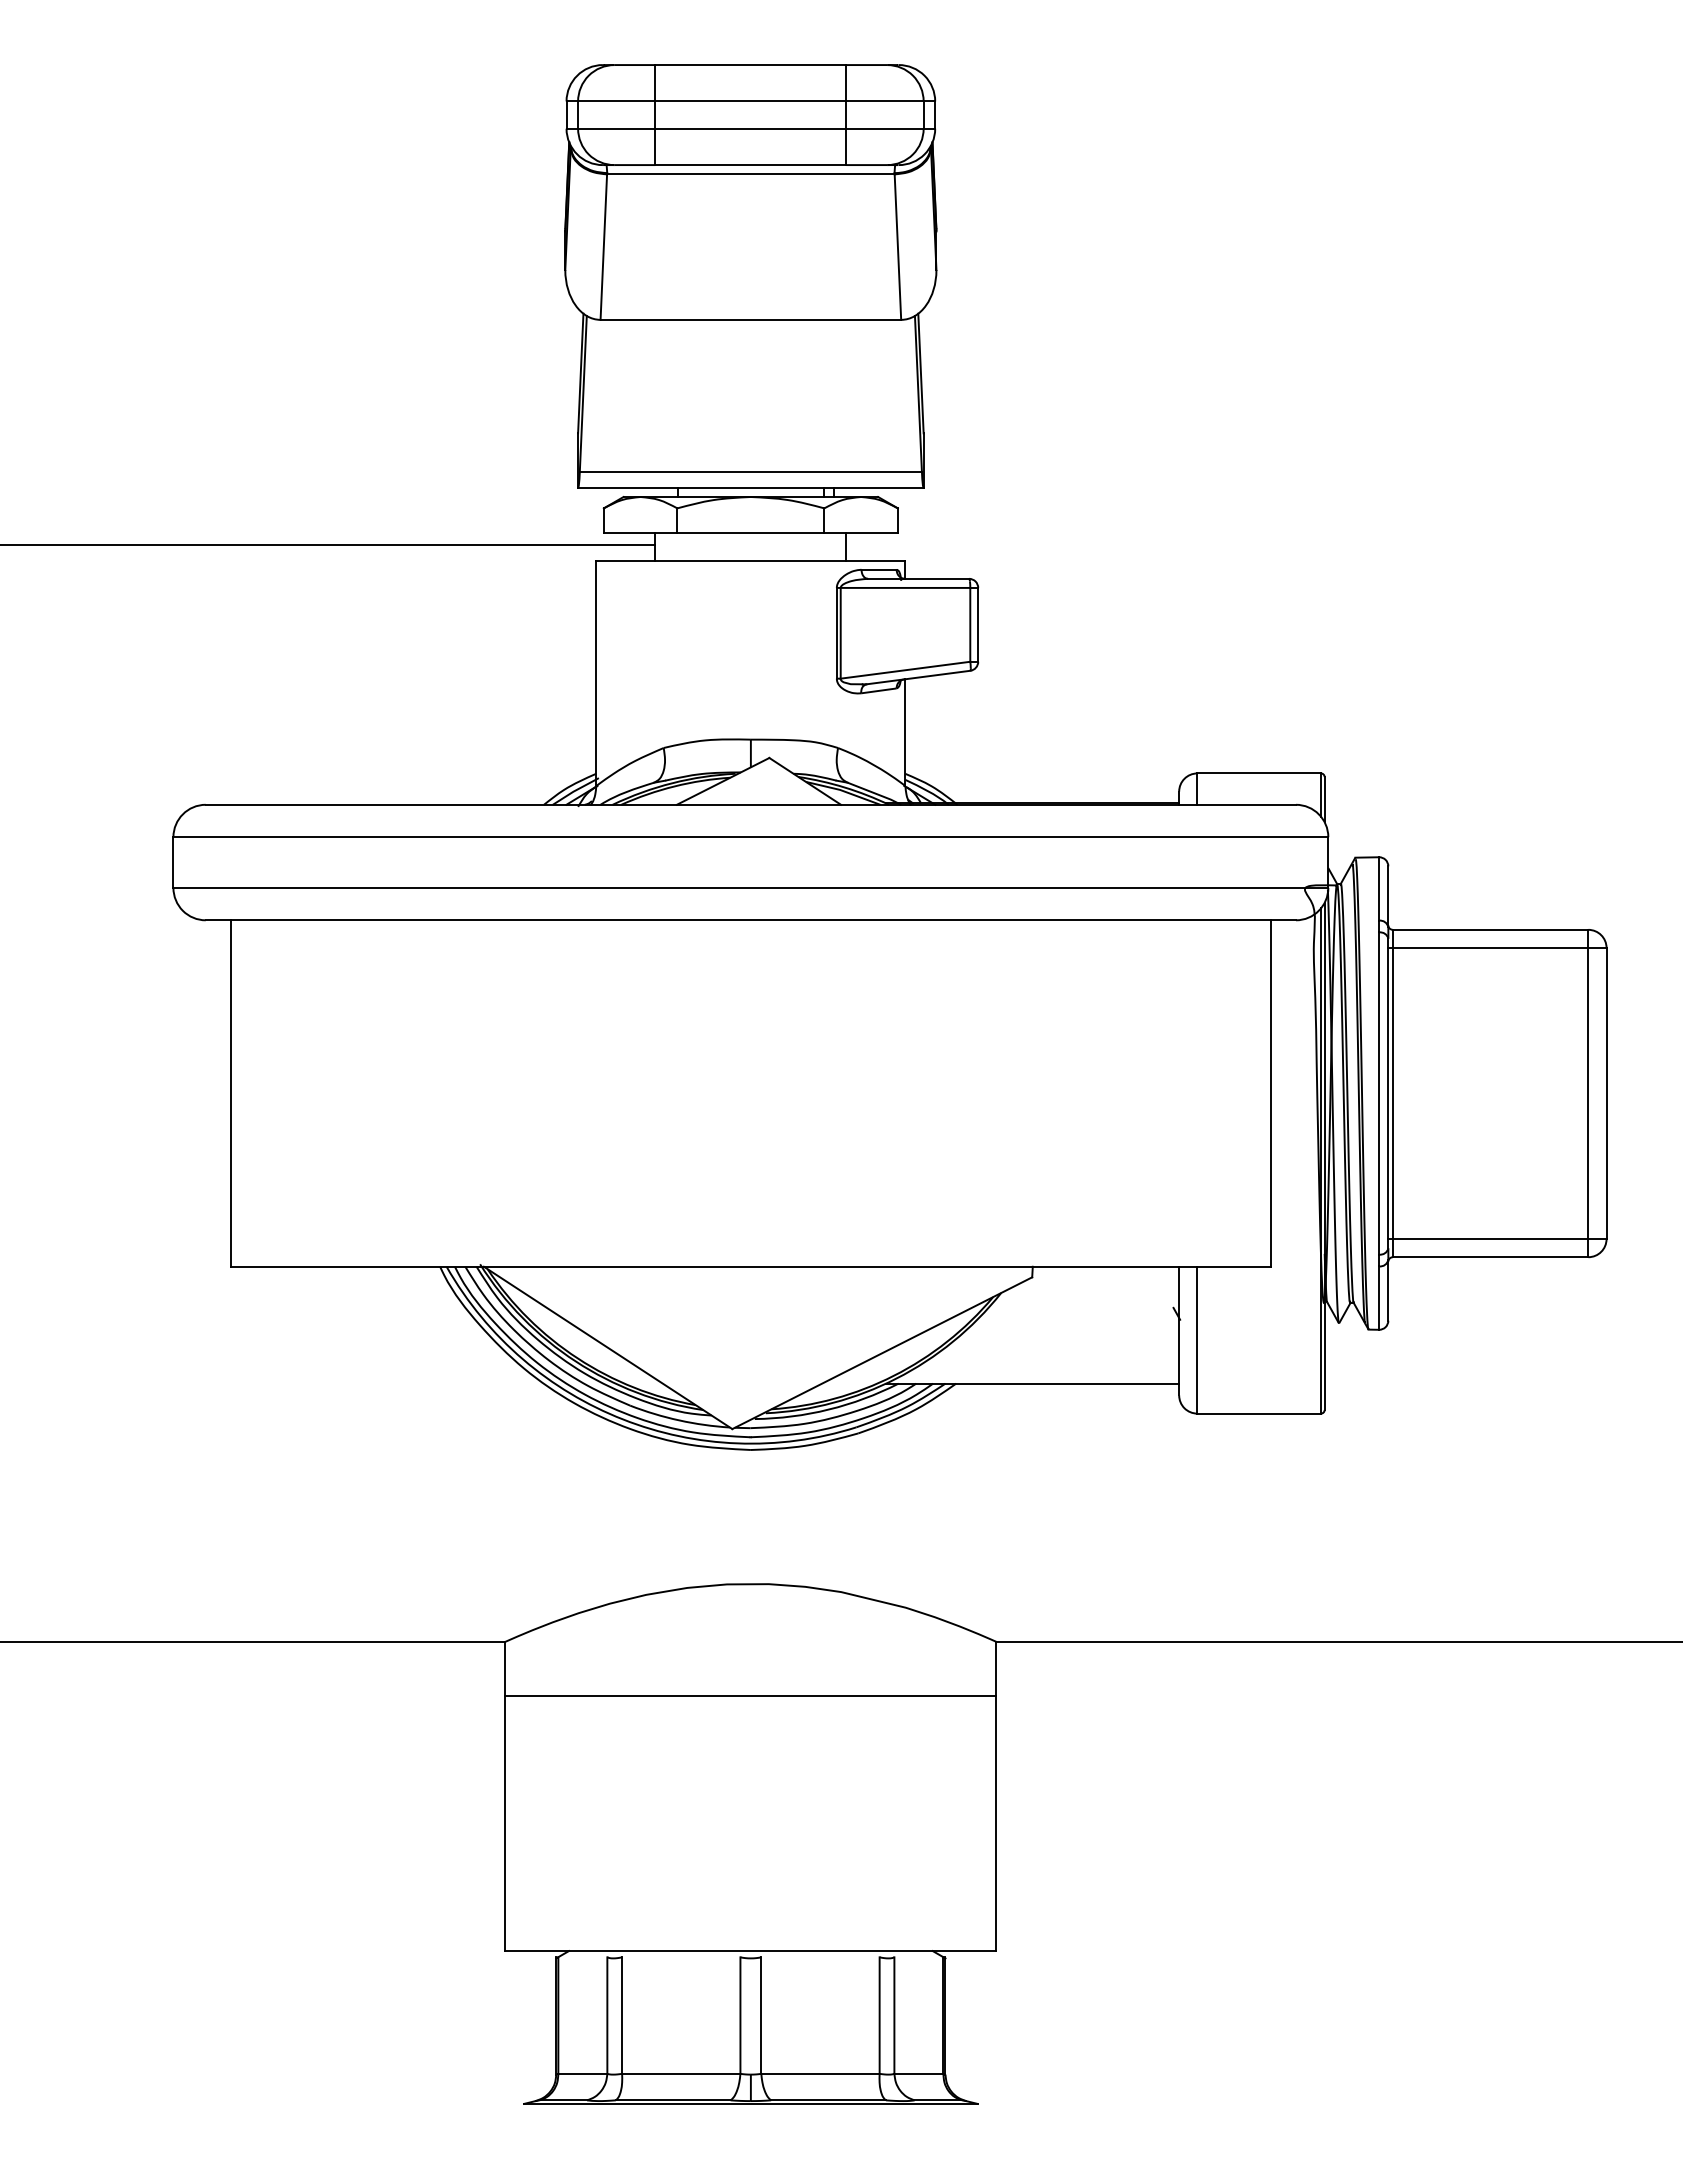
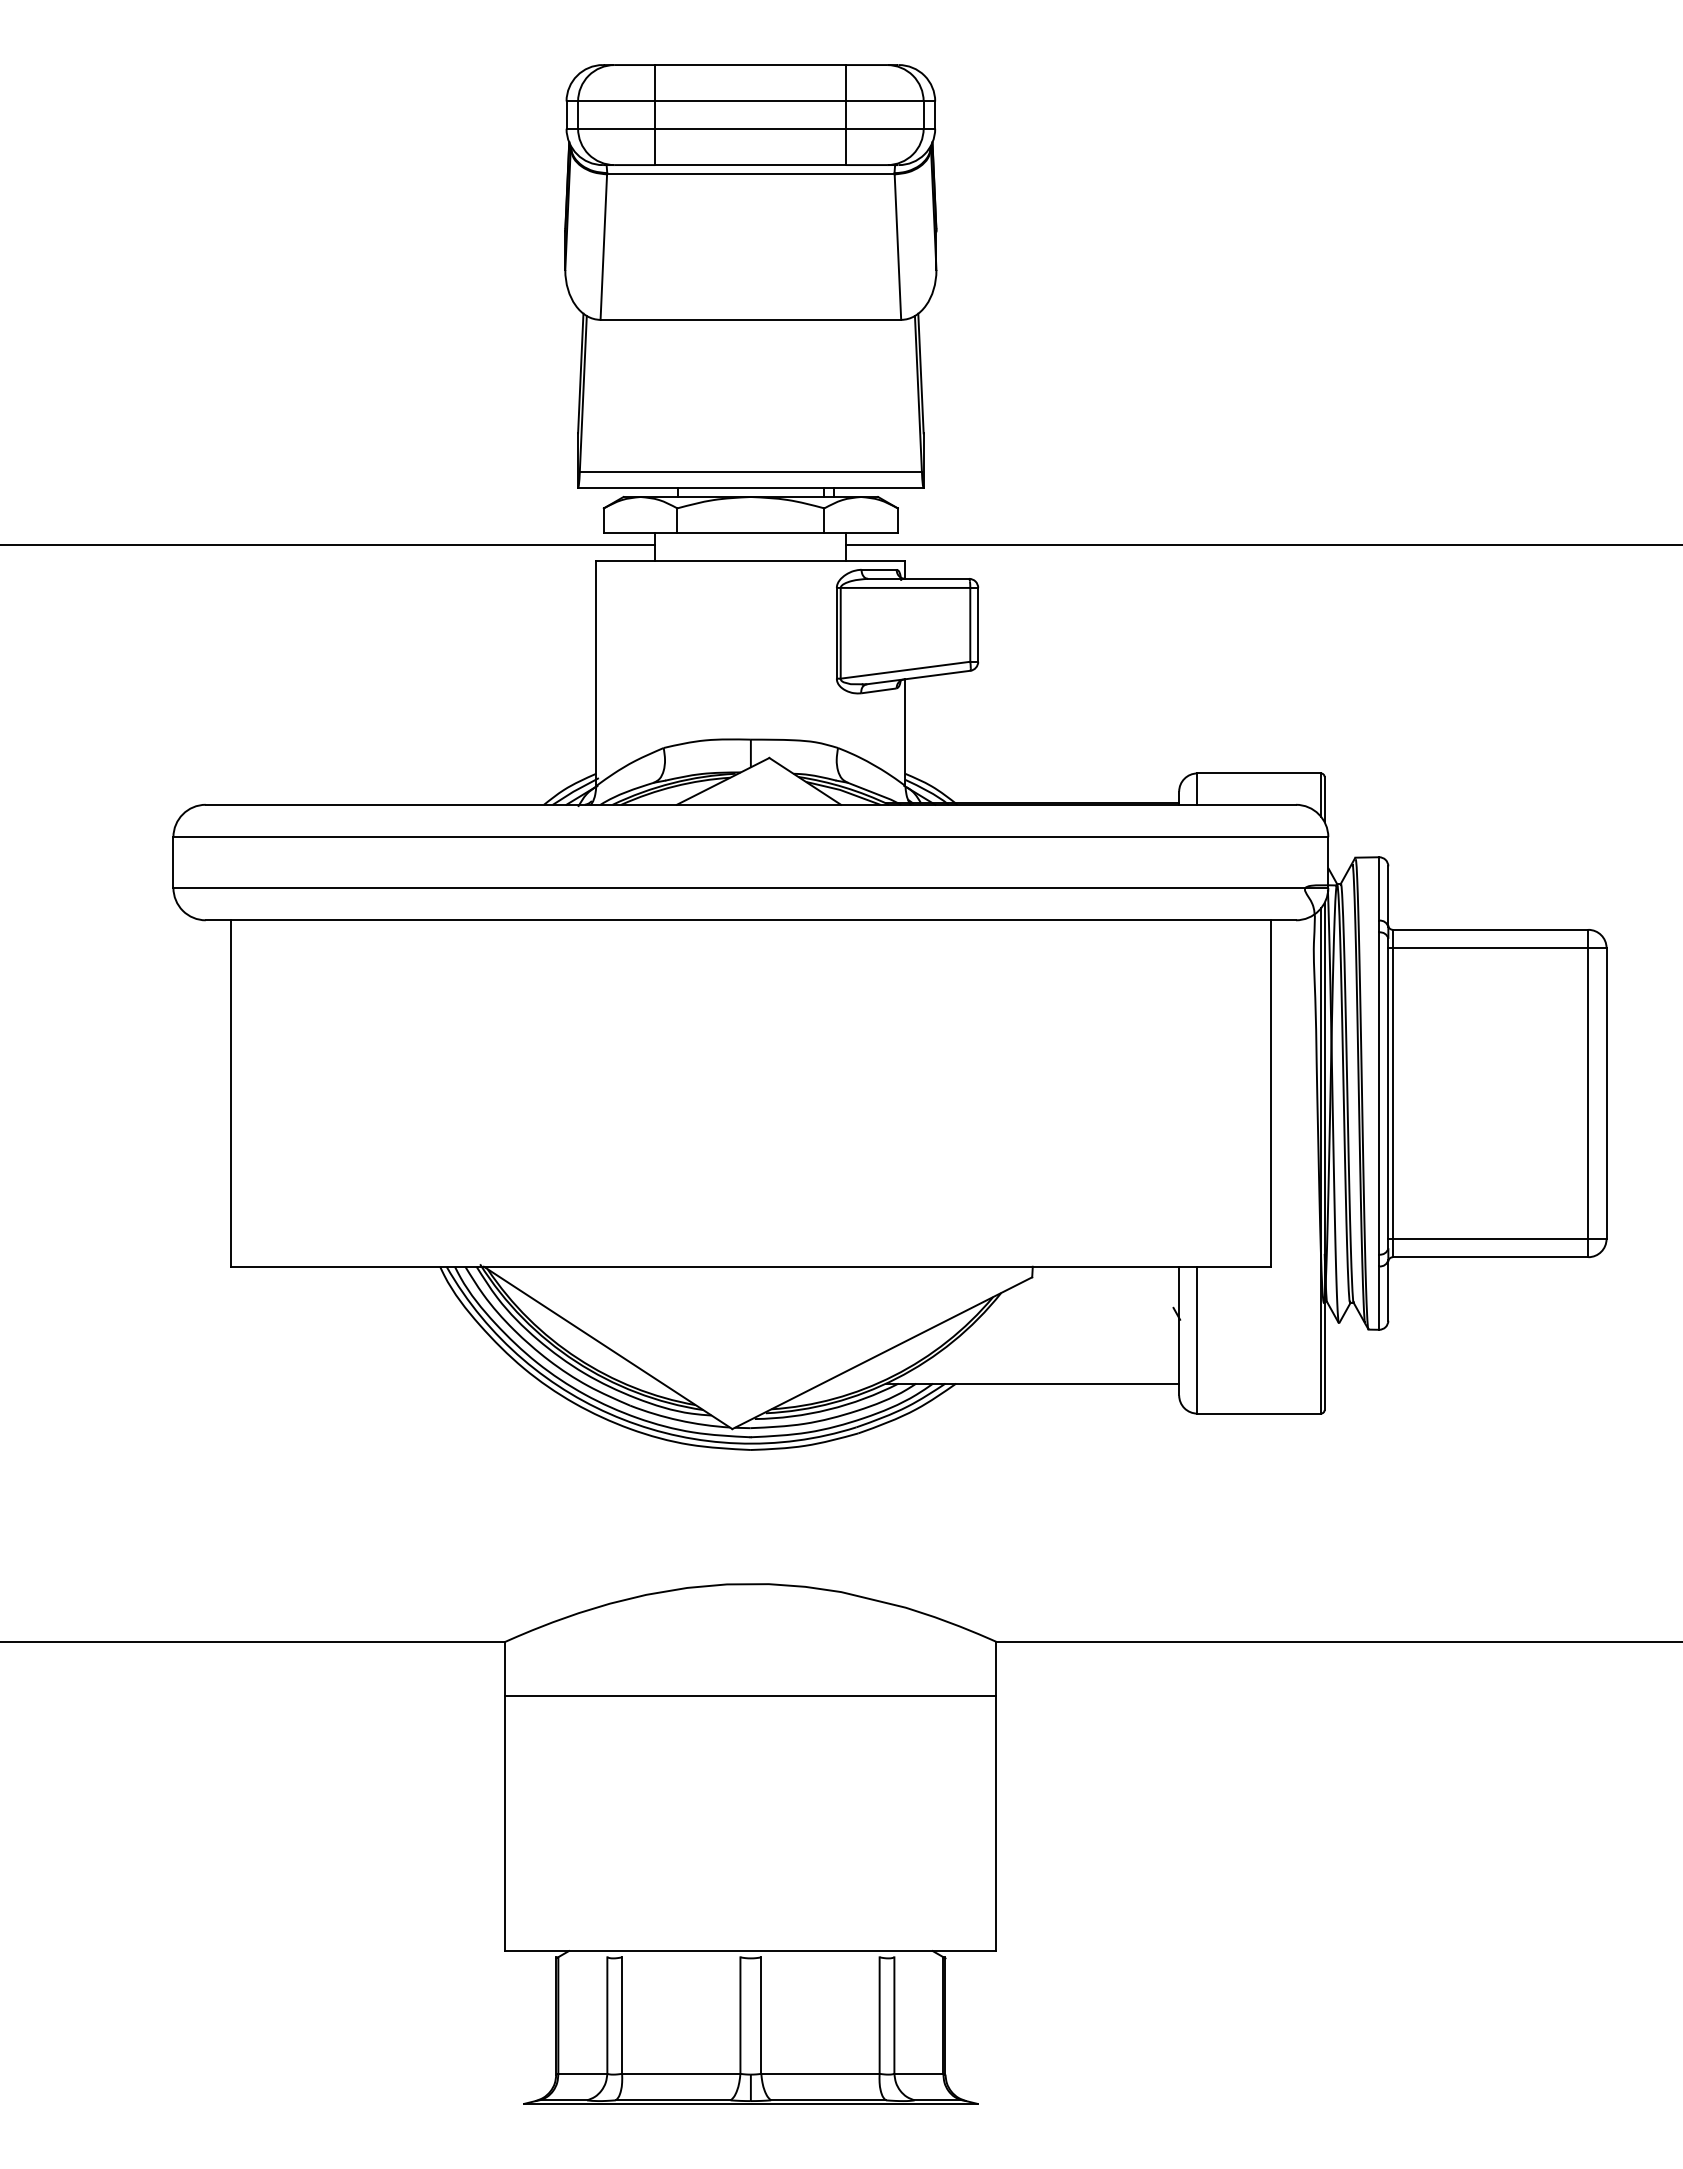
line at (1262, 545): none -> present
